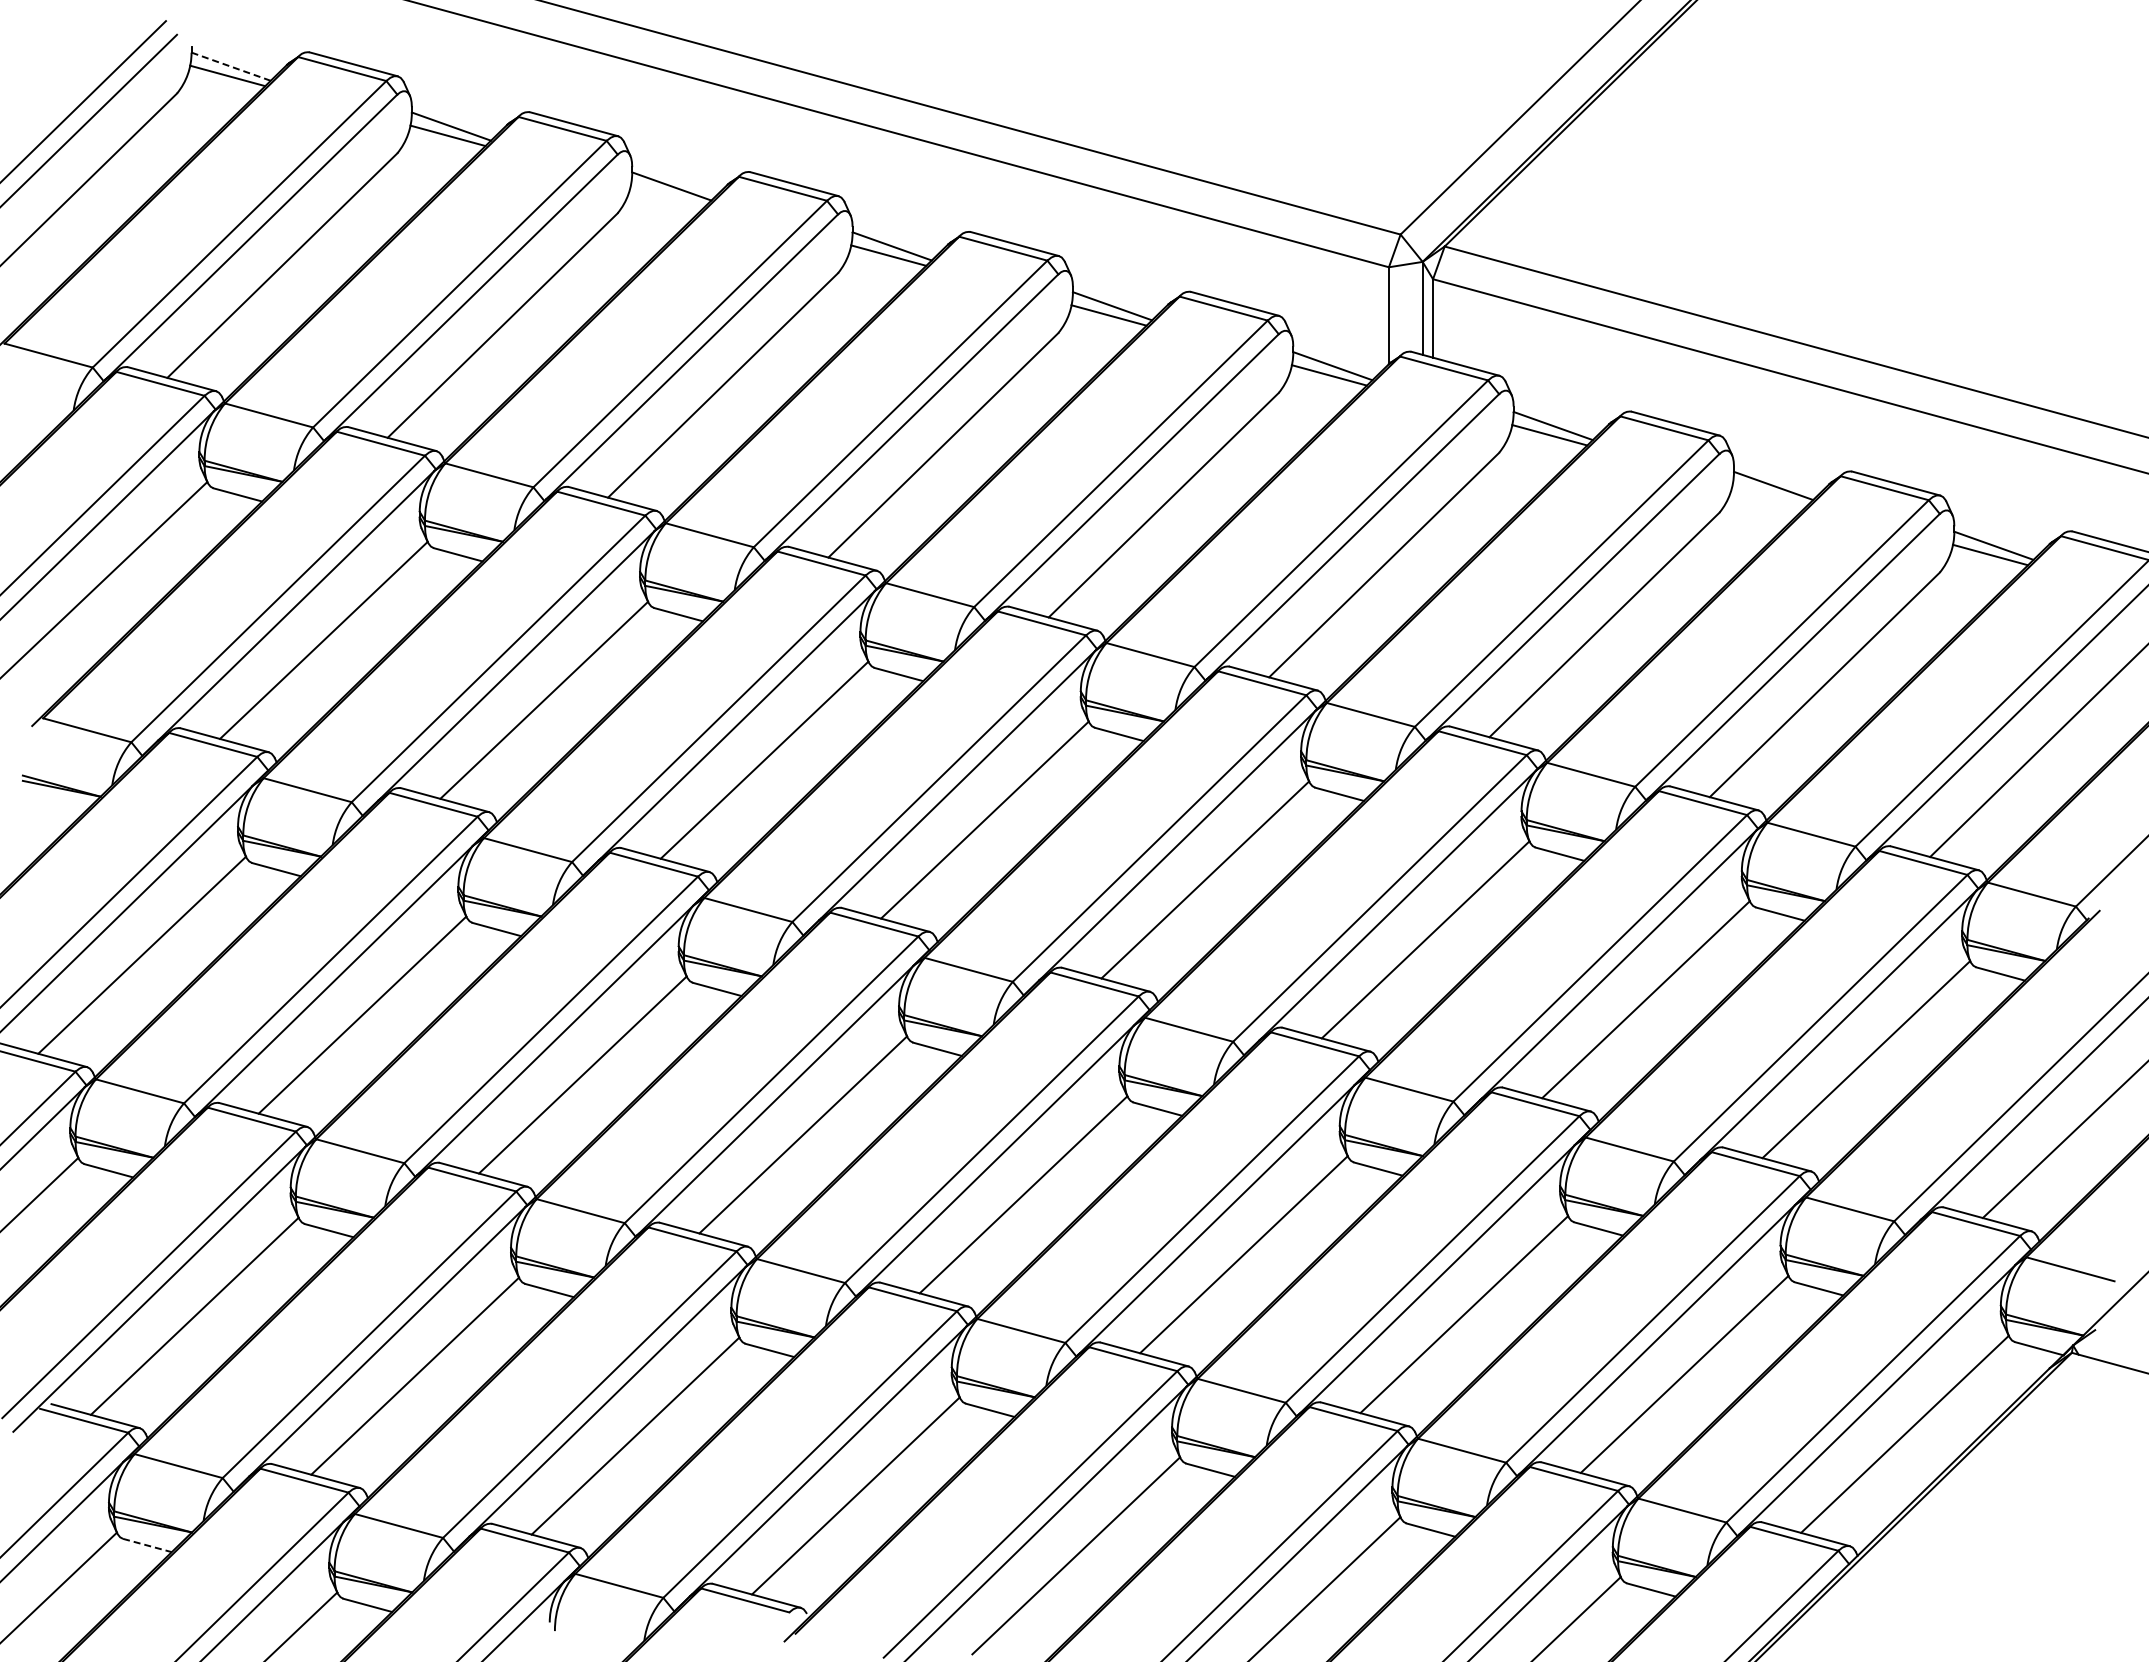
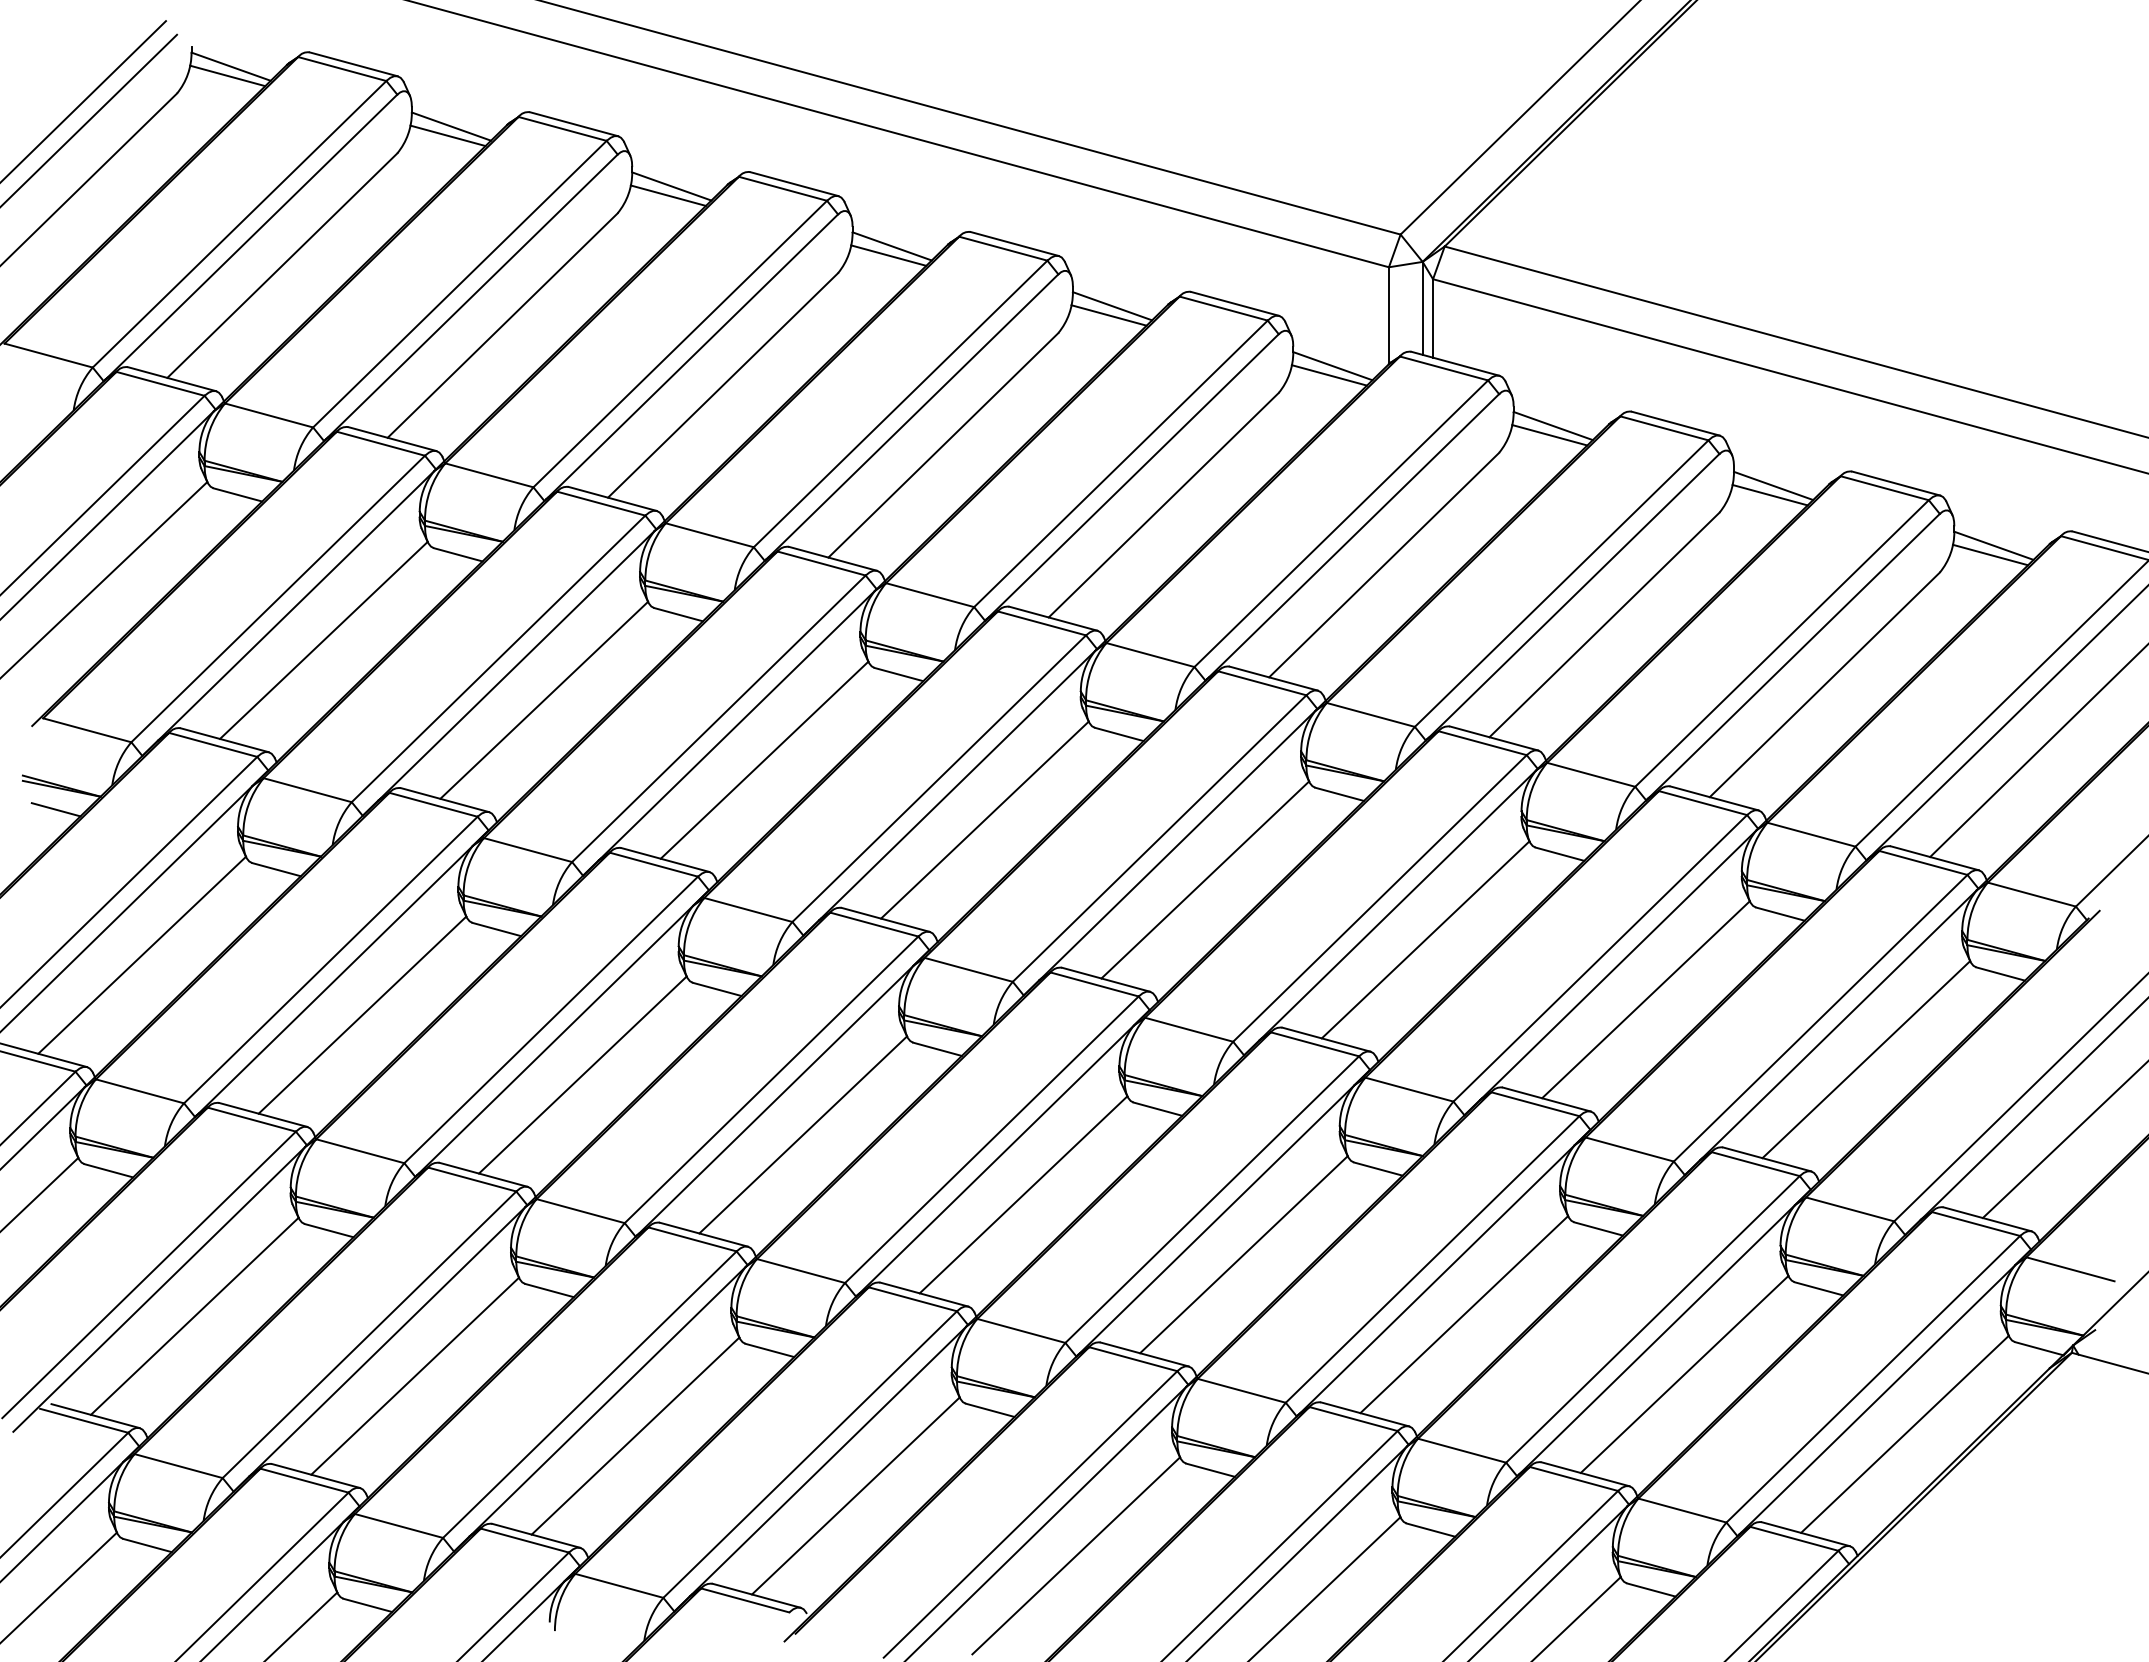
line at (231, 66): dashed -> solid
line at (667, 195): none -> present
line at (1769, 494): none -> present
line at (55, 809): none -> present
line at (147, 1545): dashed -> solid
